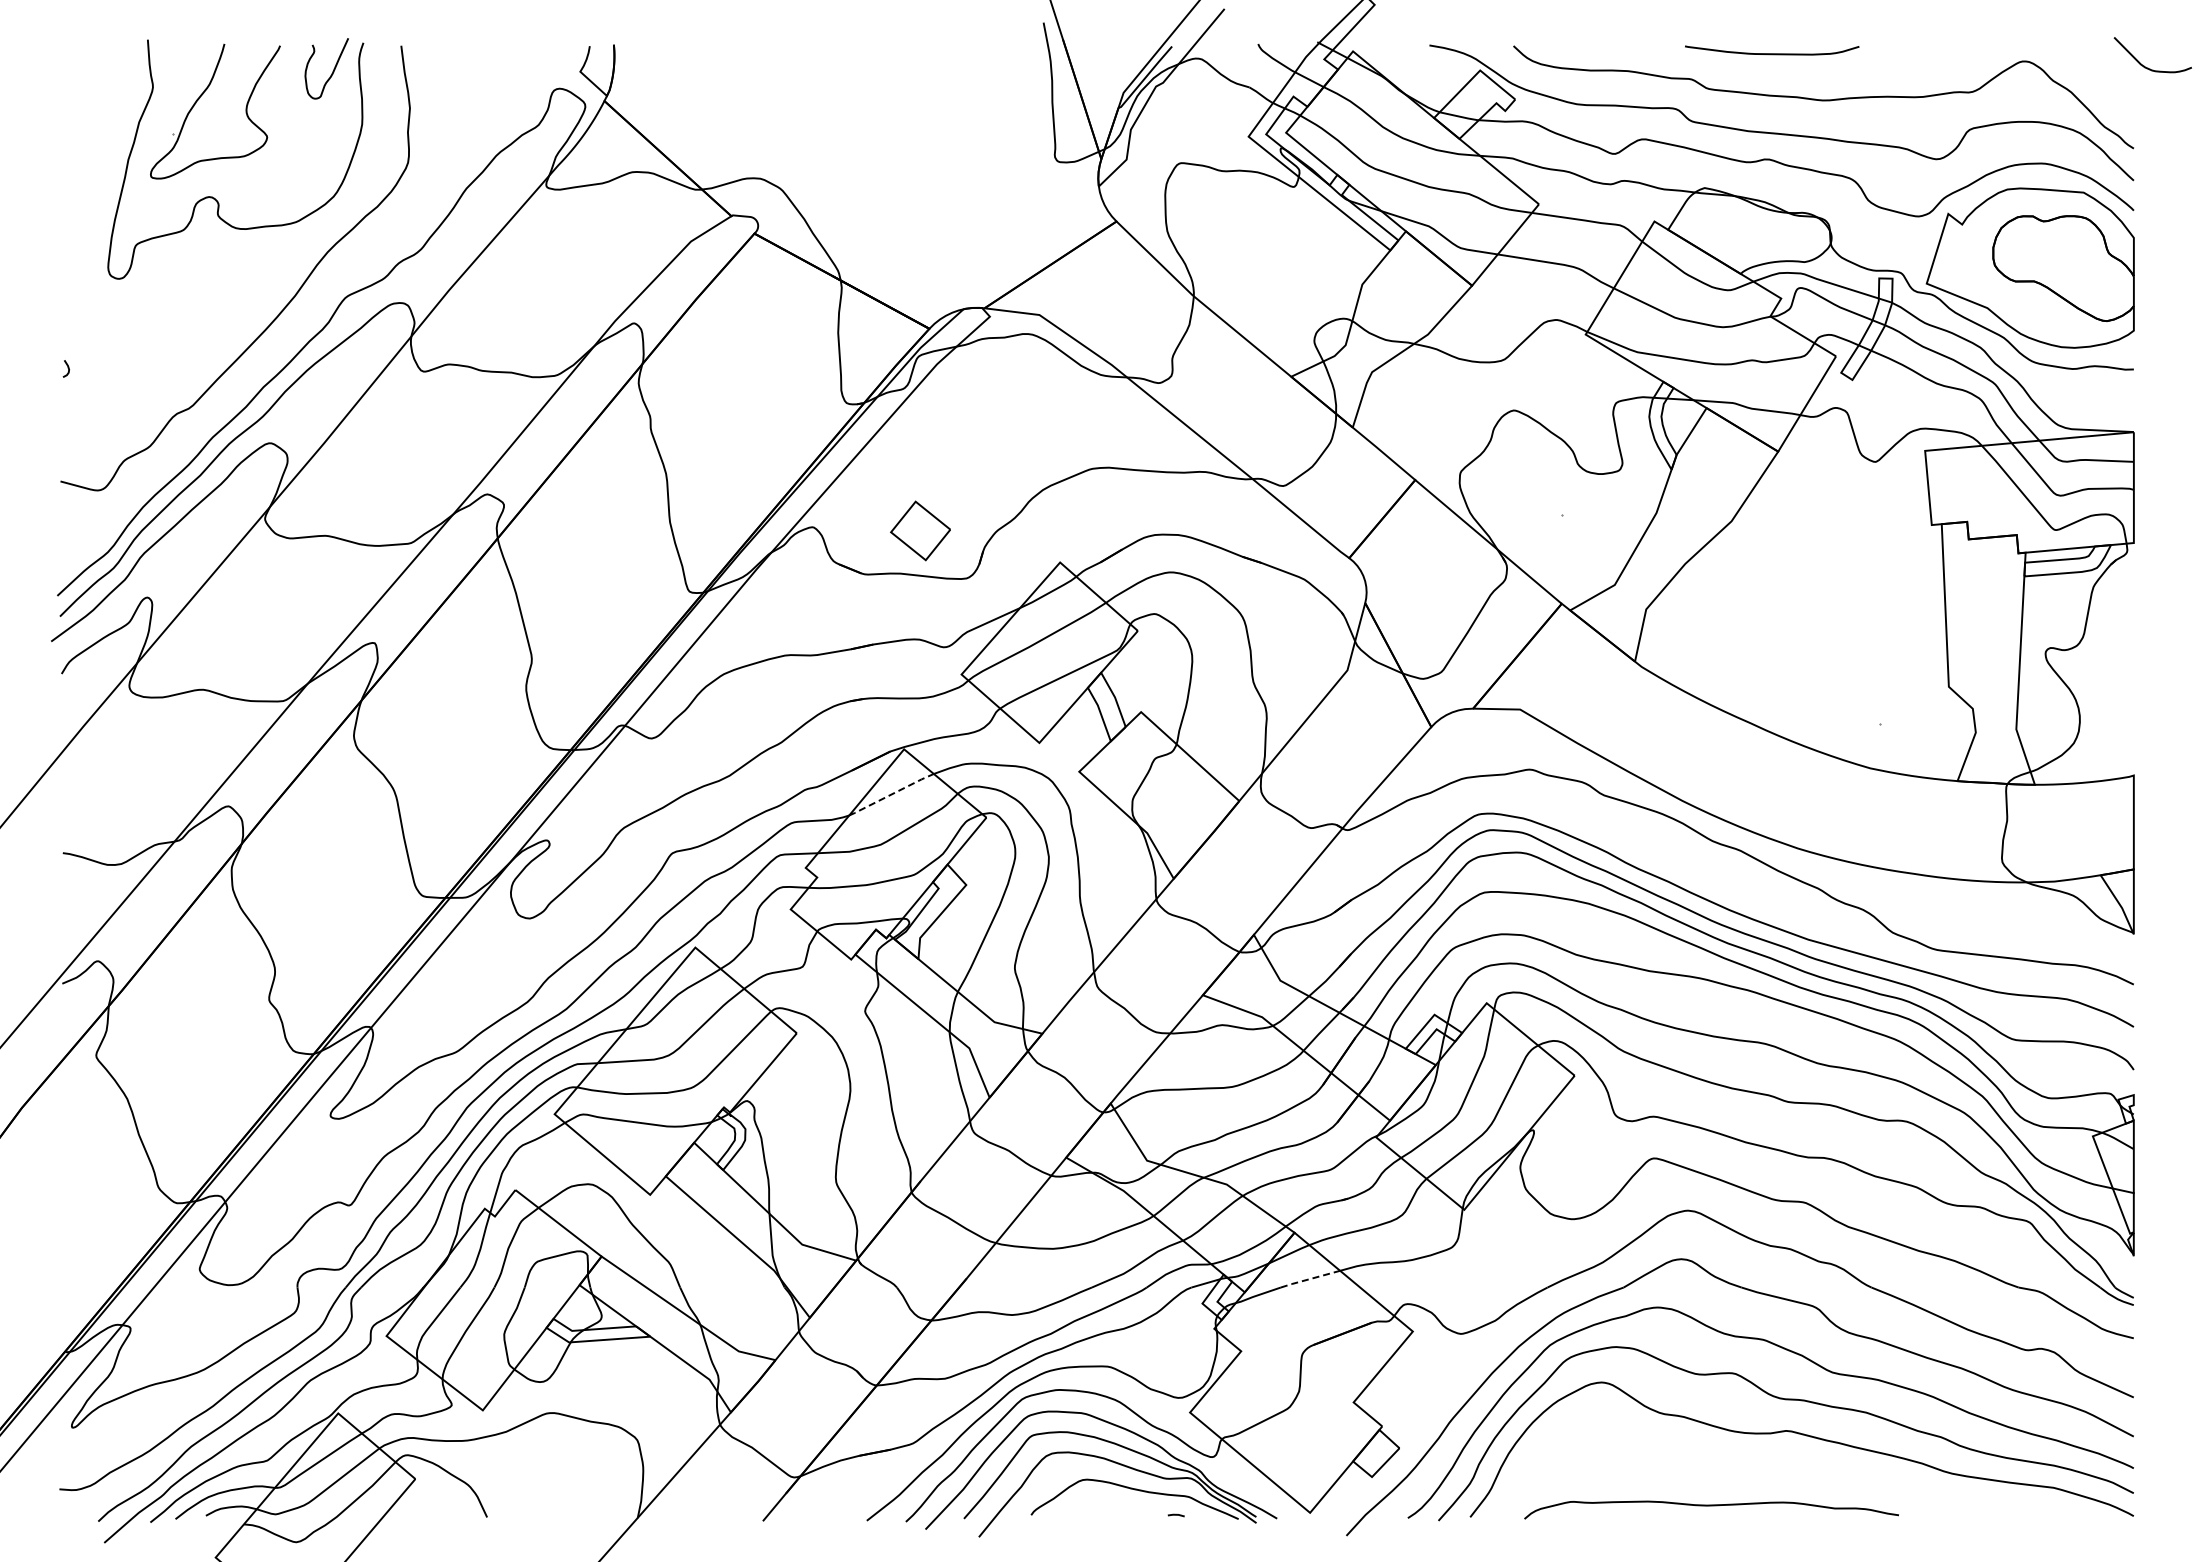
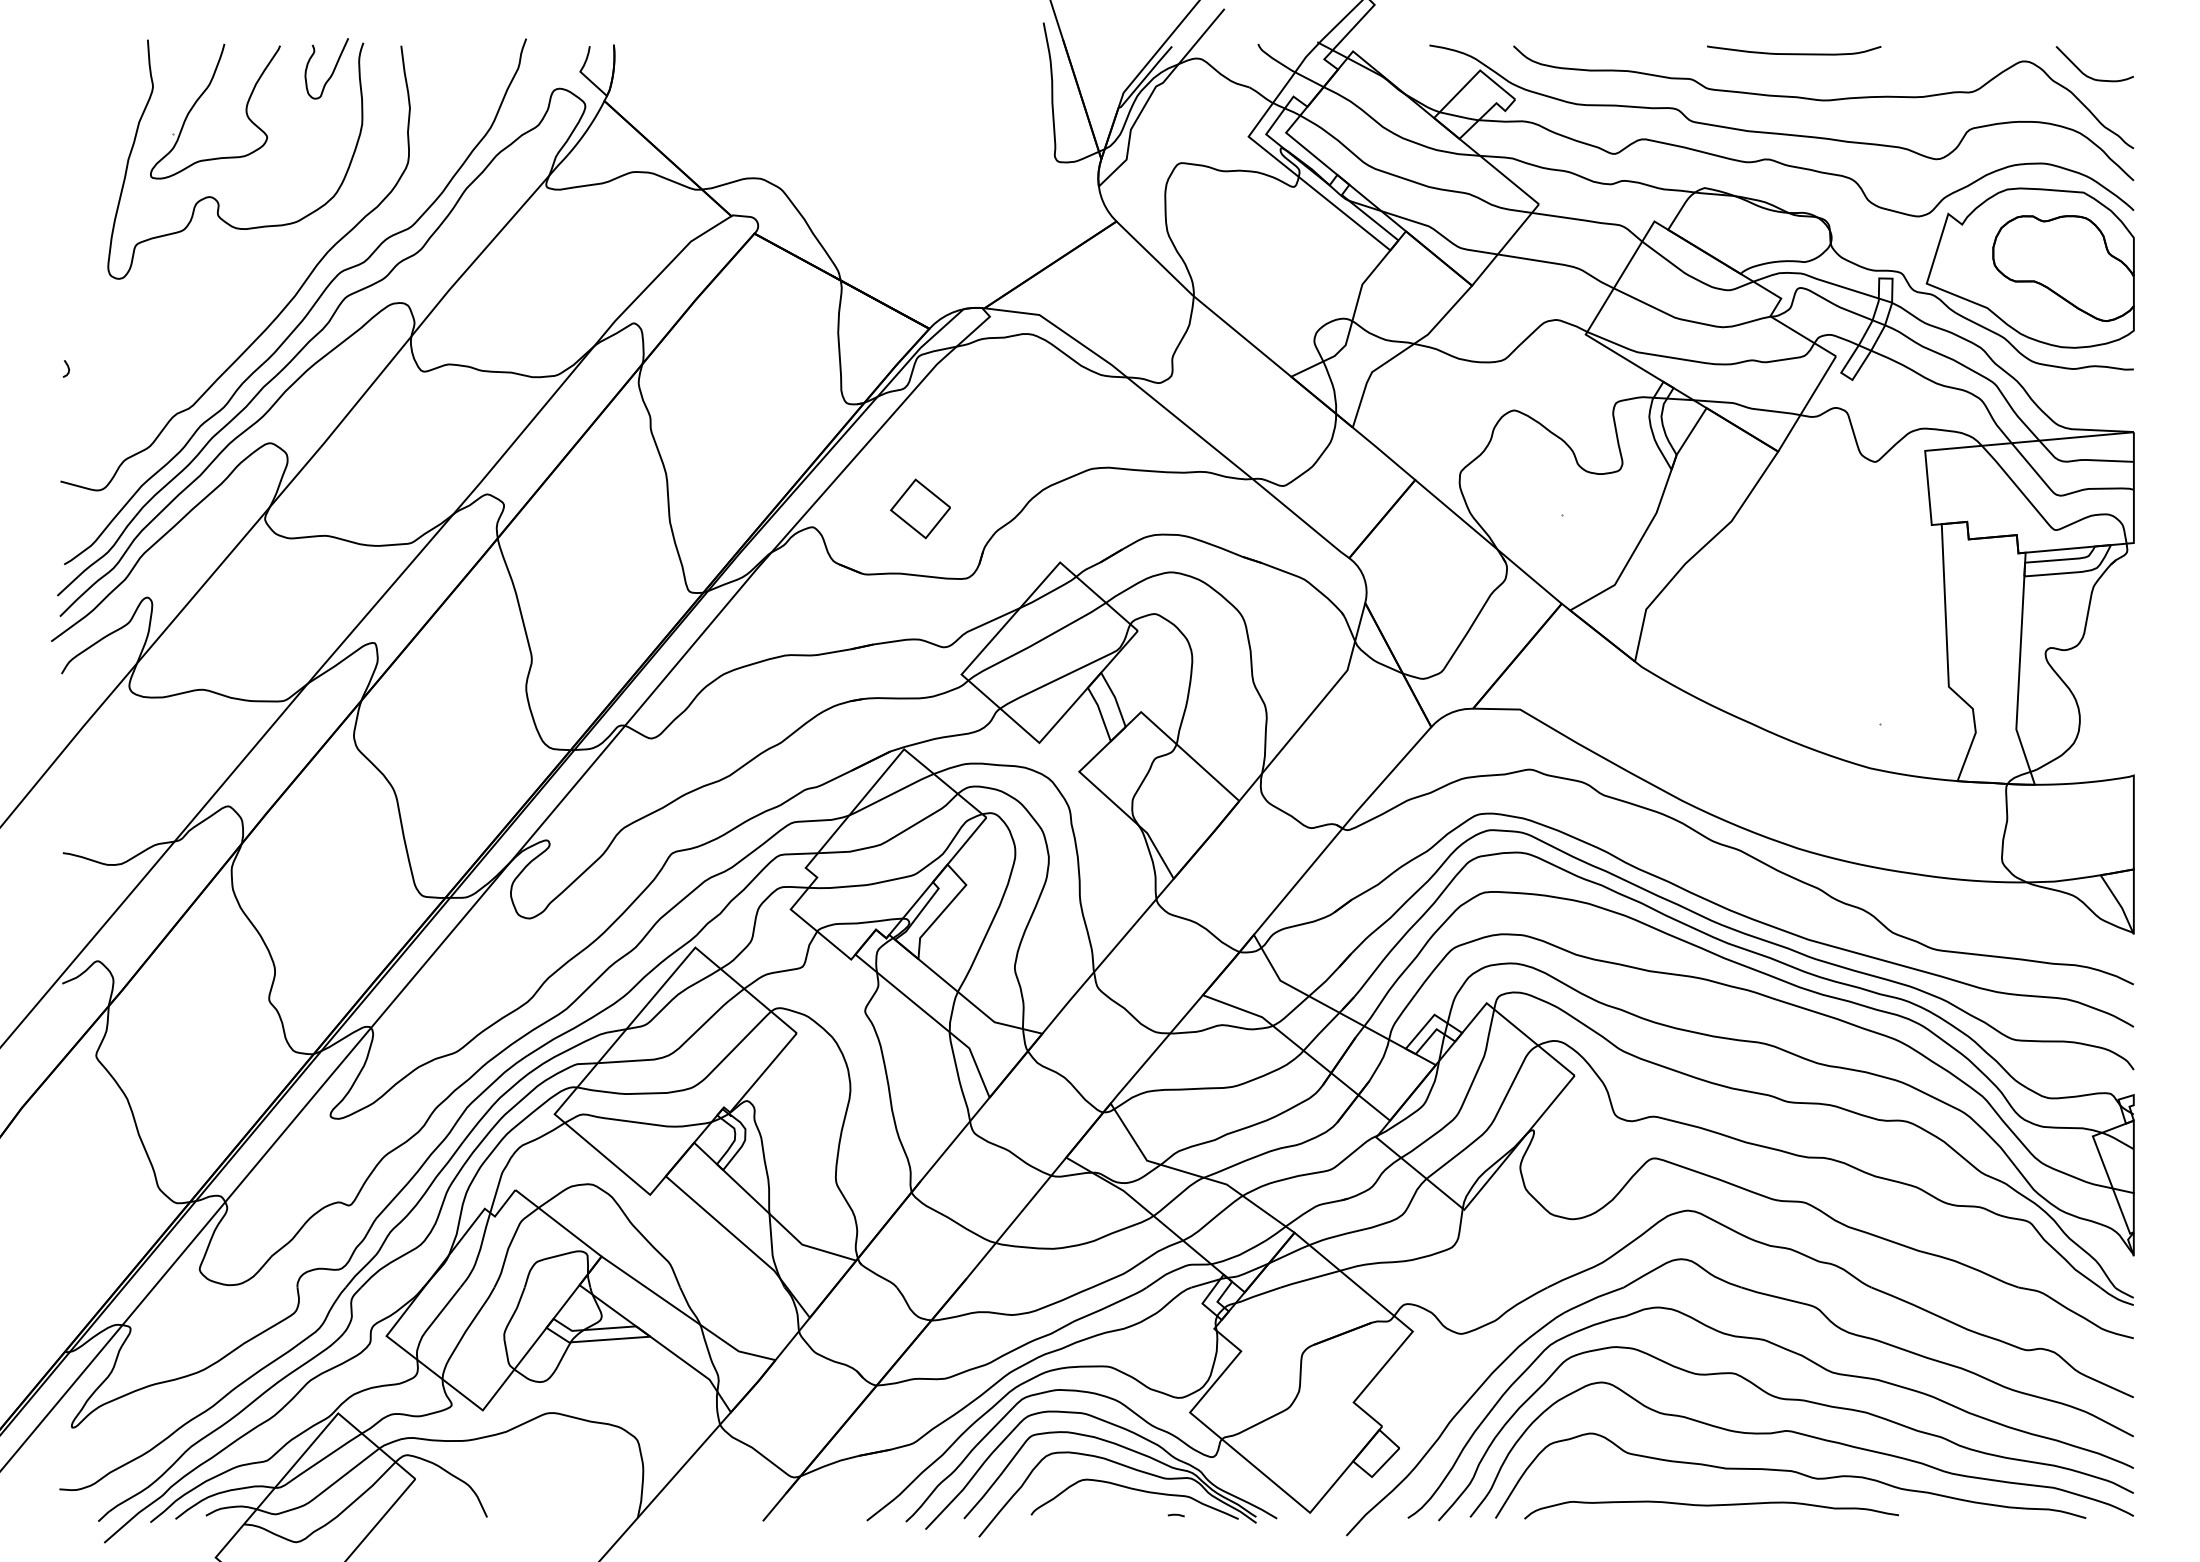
curve at (1772, 53) position: (1772, 53) -> (1794, 53)
curve at (2148, 67) position: (2148, 67) -> (2090, 76)
curve at (309, 309): none -> present
part at (920, 530) position: (920, 530) -> (920, 508)
line at (891, 794): dashed -> solid
line at (1310, 1279): dashed -> solid
curve at (1791, 1472): none -> present
